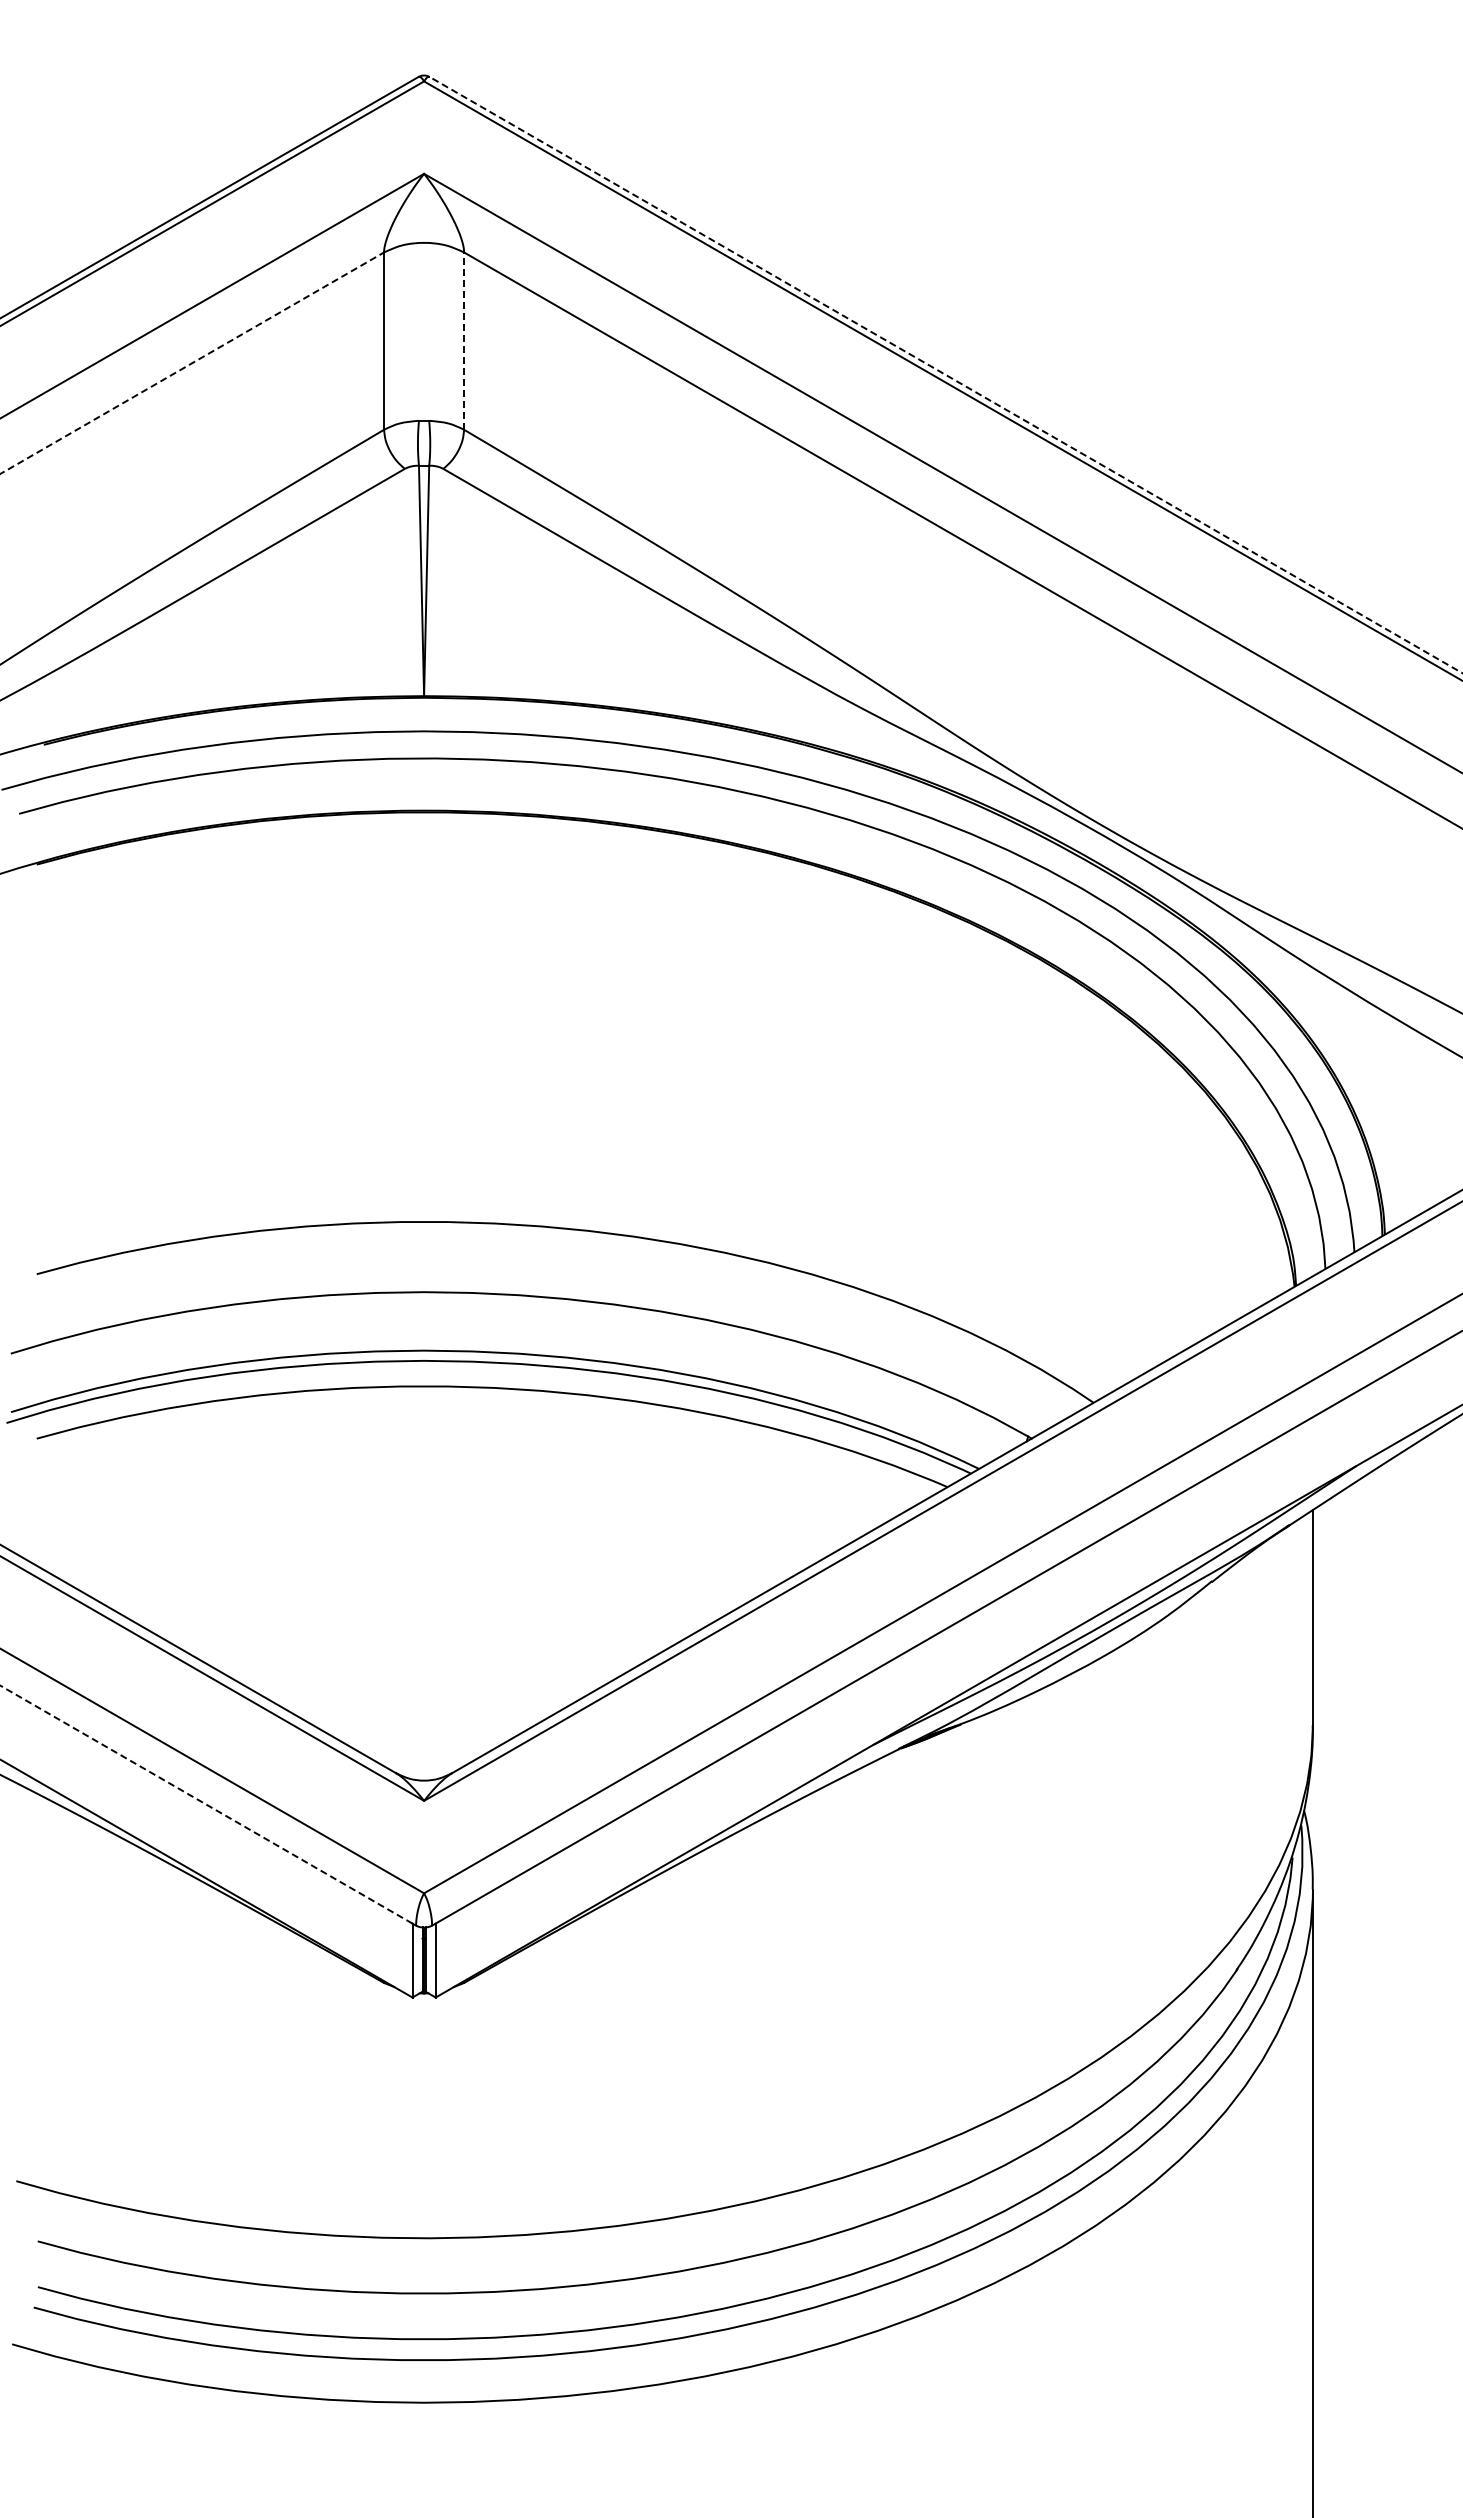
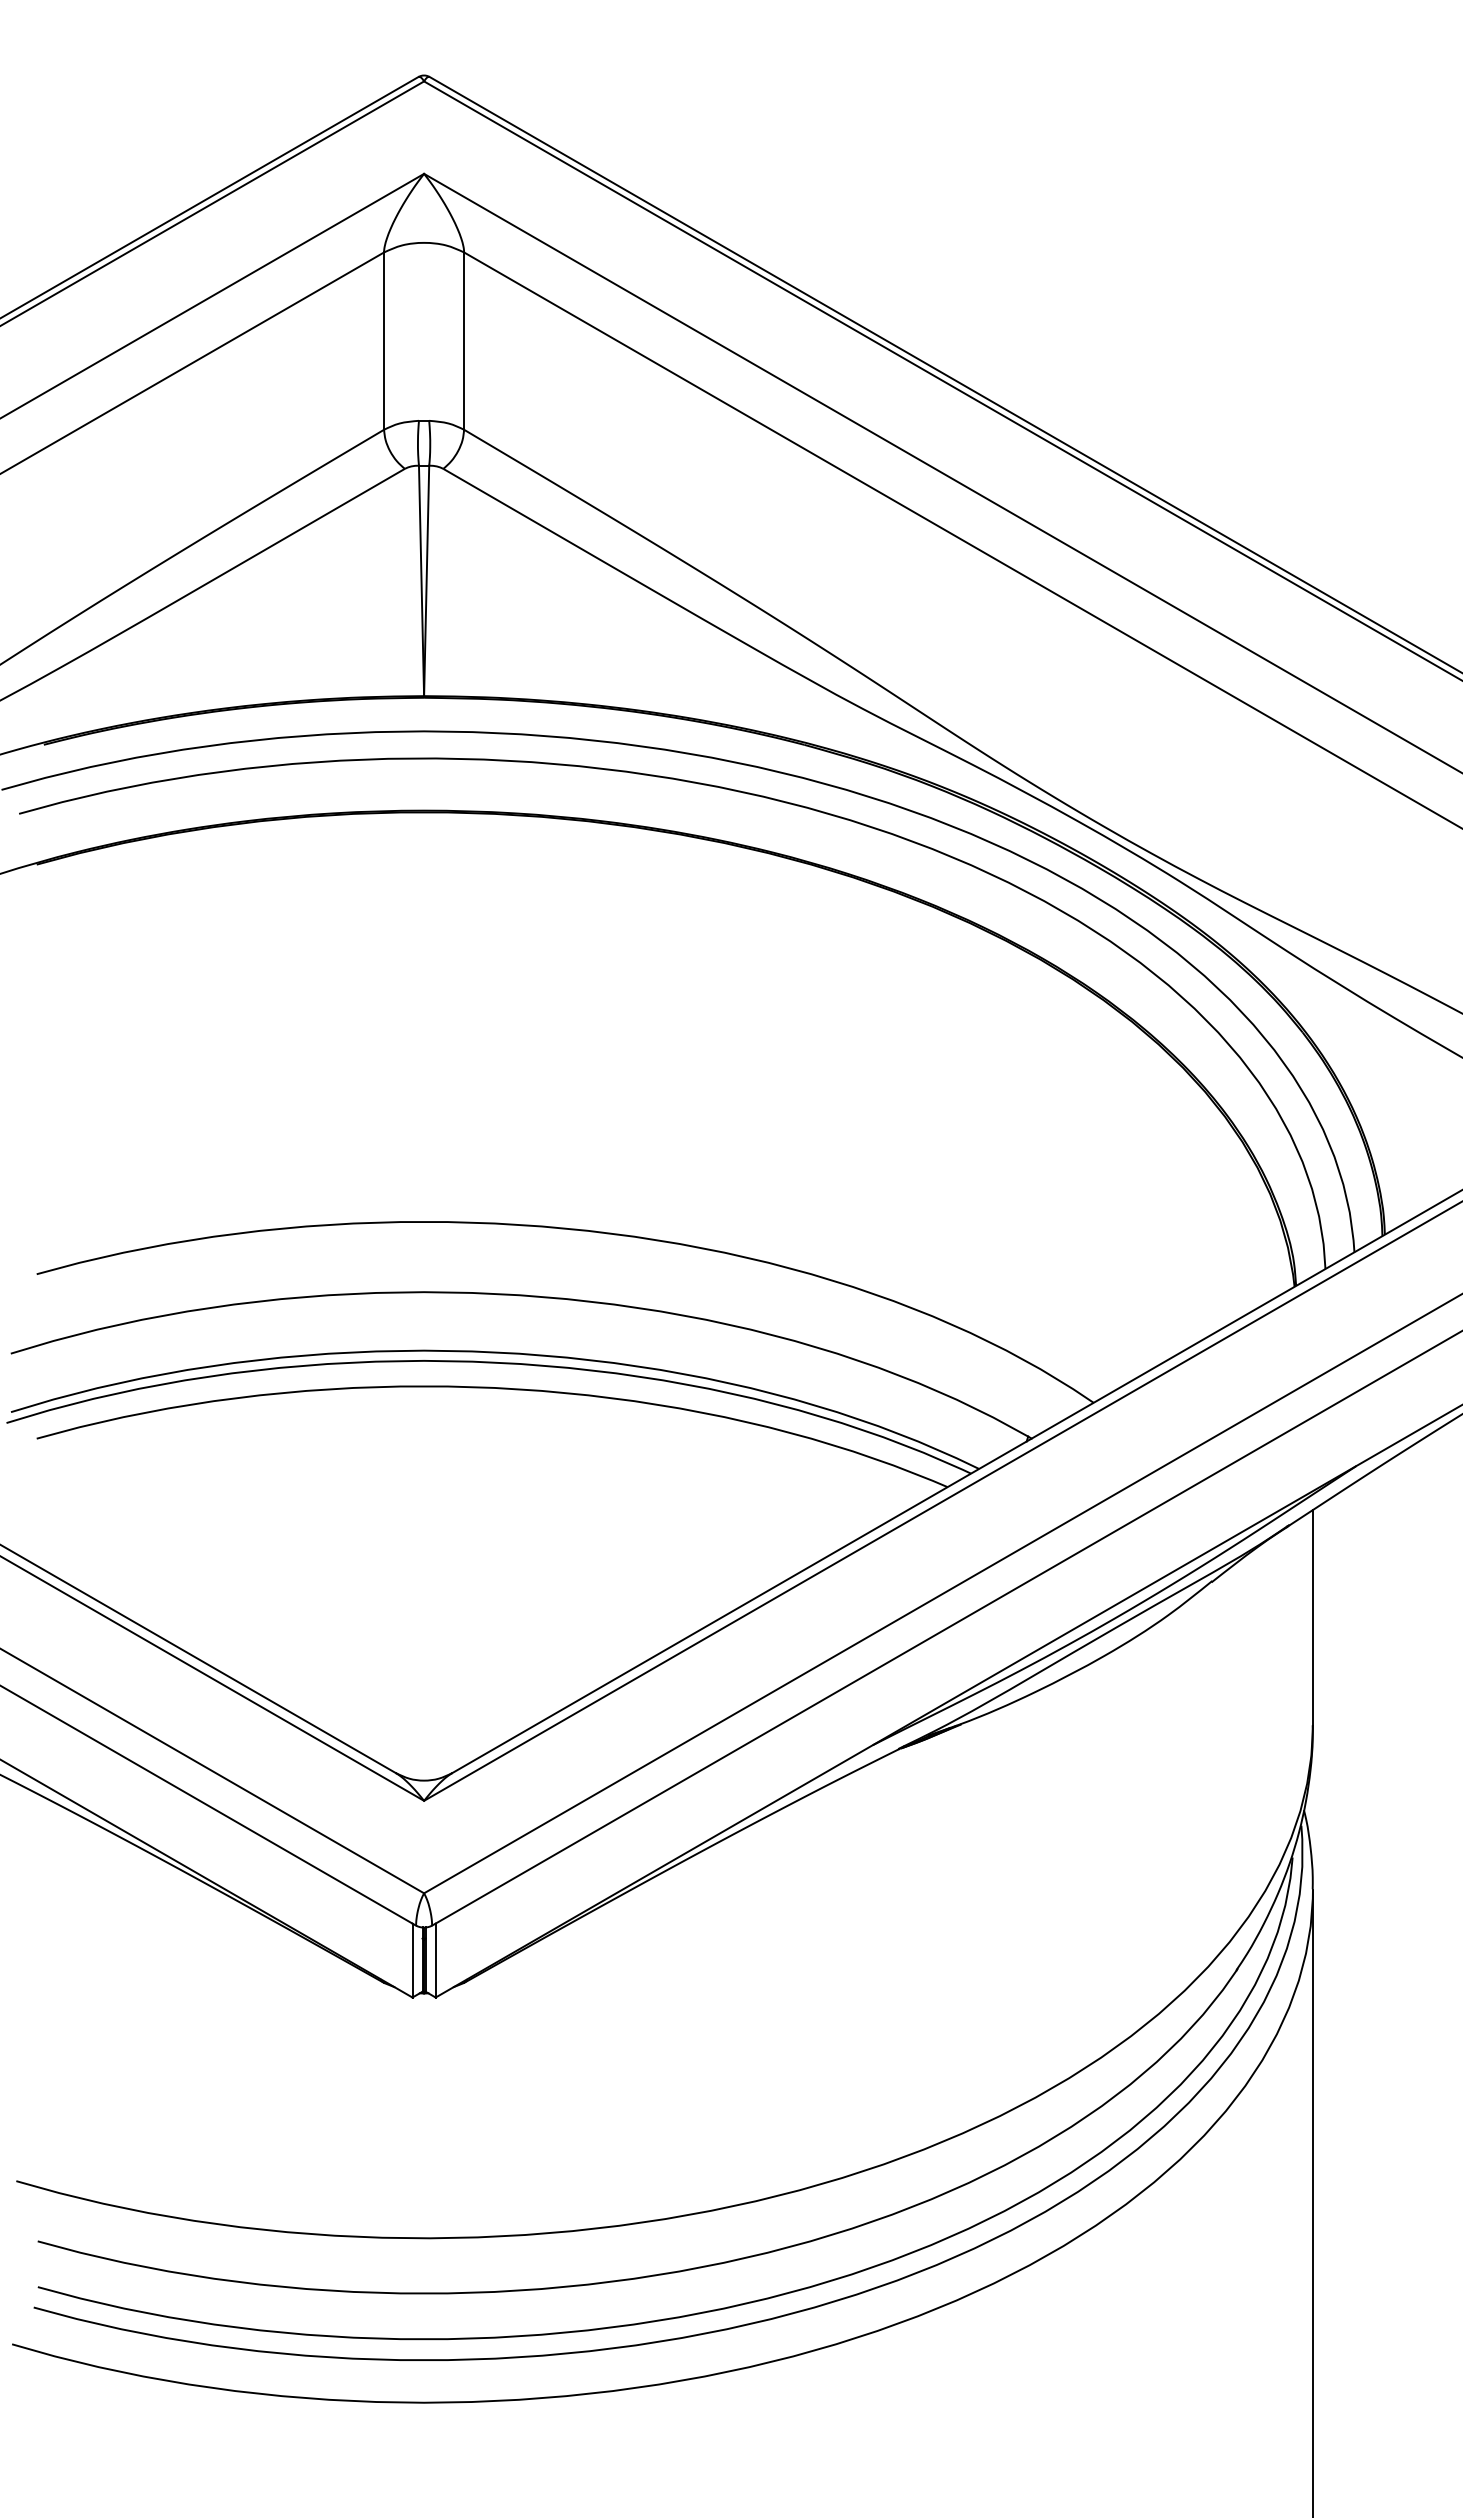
line at (464, 341): dashed -> solid
line at (192, 362): dashed -> solid
line at (945, 374): dashed -> solid
line at (206, 1804): dashed -> solid
